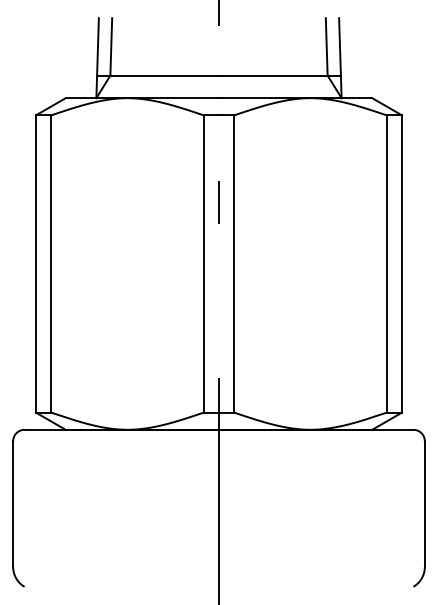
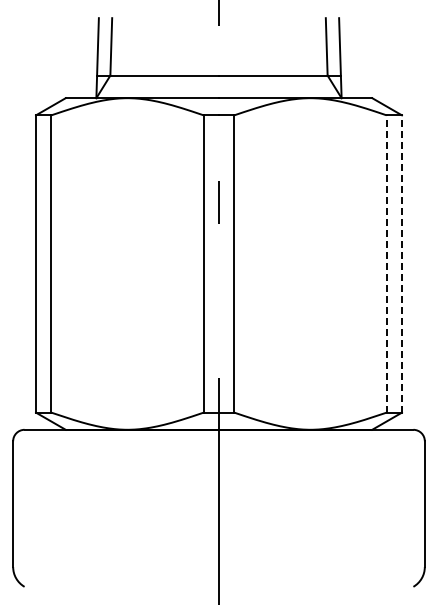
line at (386, 264): solid -> dashed
line at (401, 264): solid -> dashed
